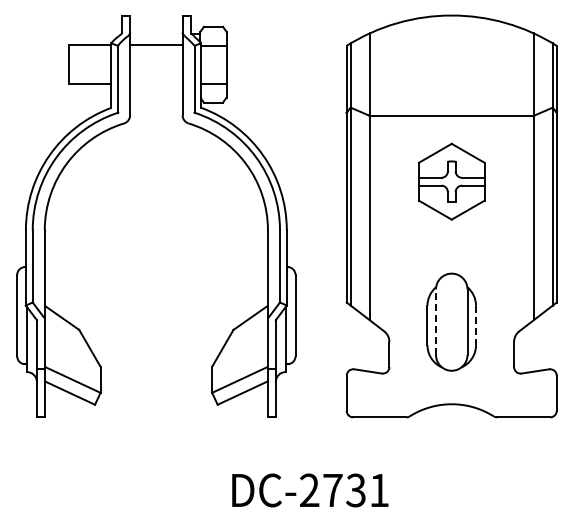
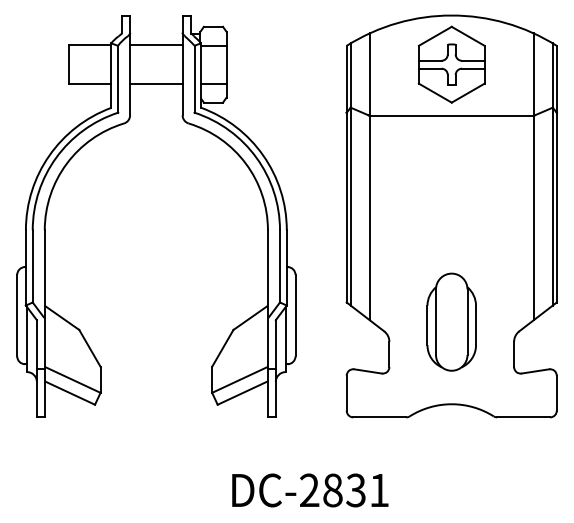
line at (156, 84): none -> present
part at (451, 181) position: (451, 181) -> (451, 64)
line at (436, 322): dashed -> solid
line at (476, 325): dashed -> solid
text at (332, 490): DC-2731 -> DC-2831
